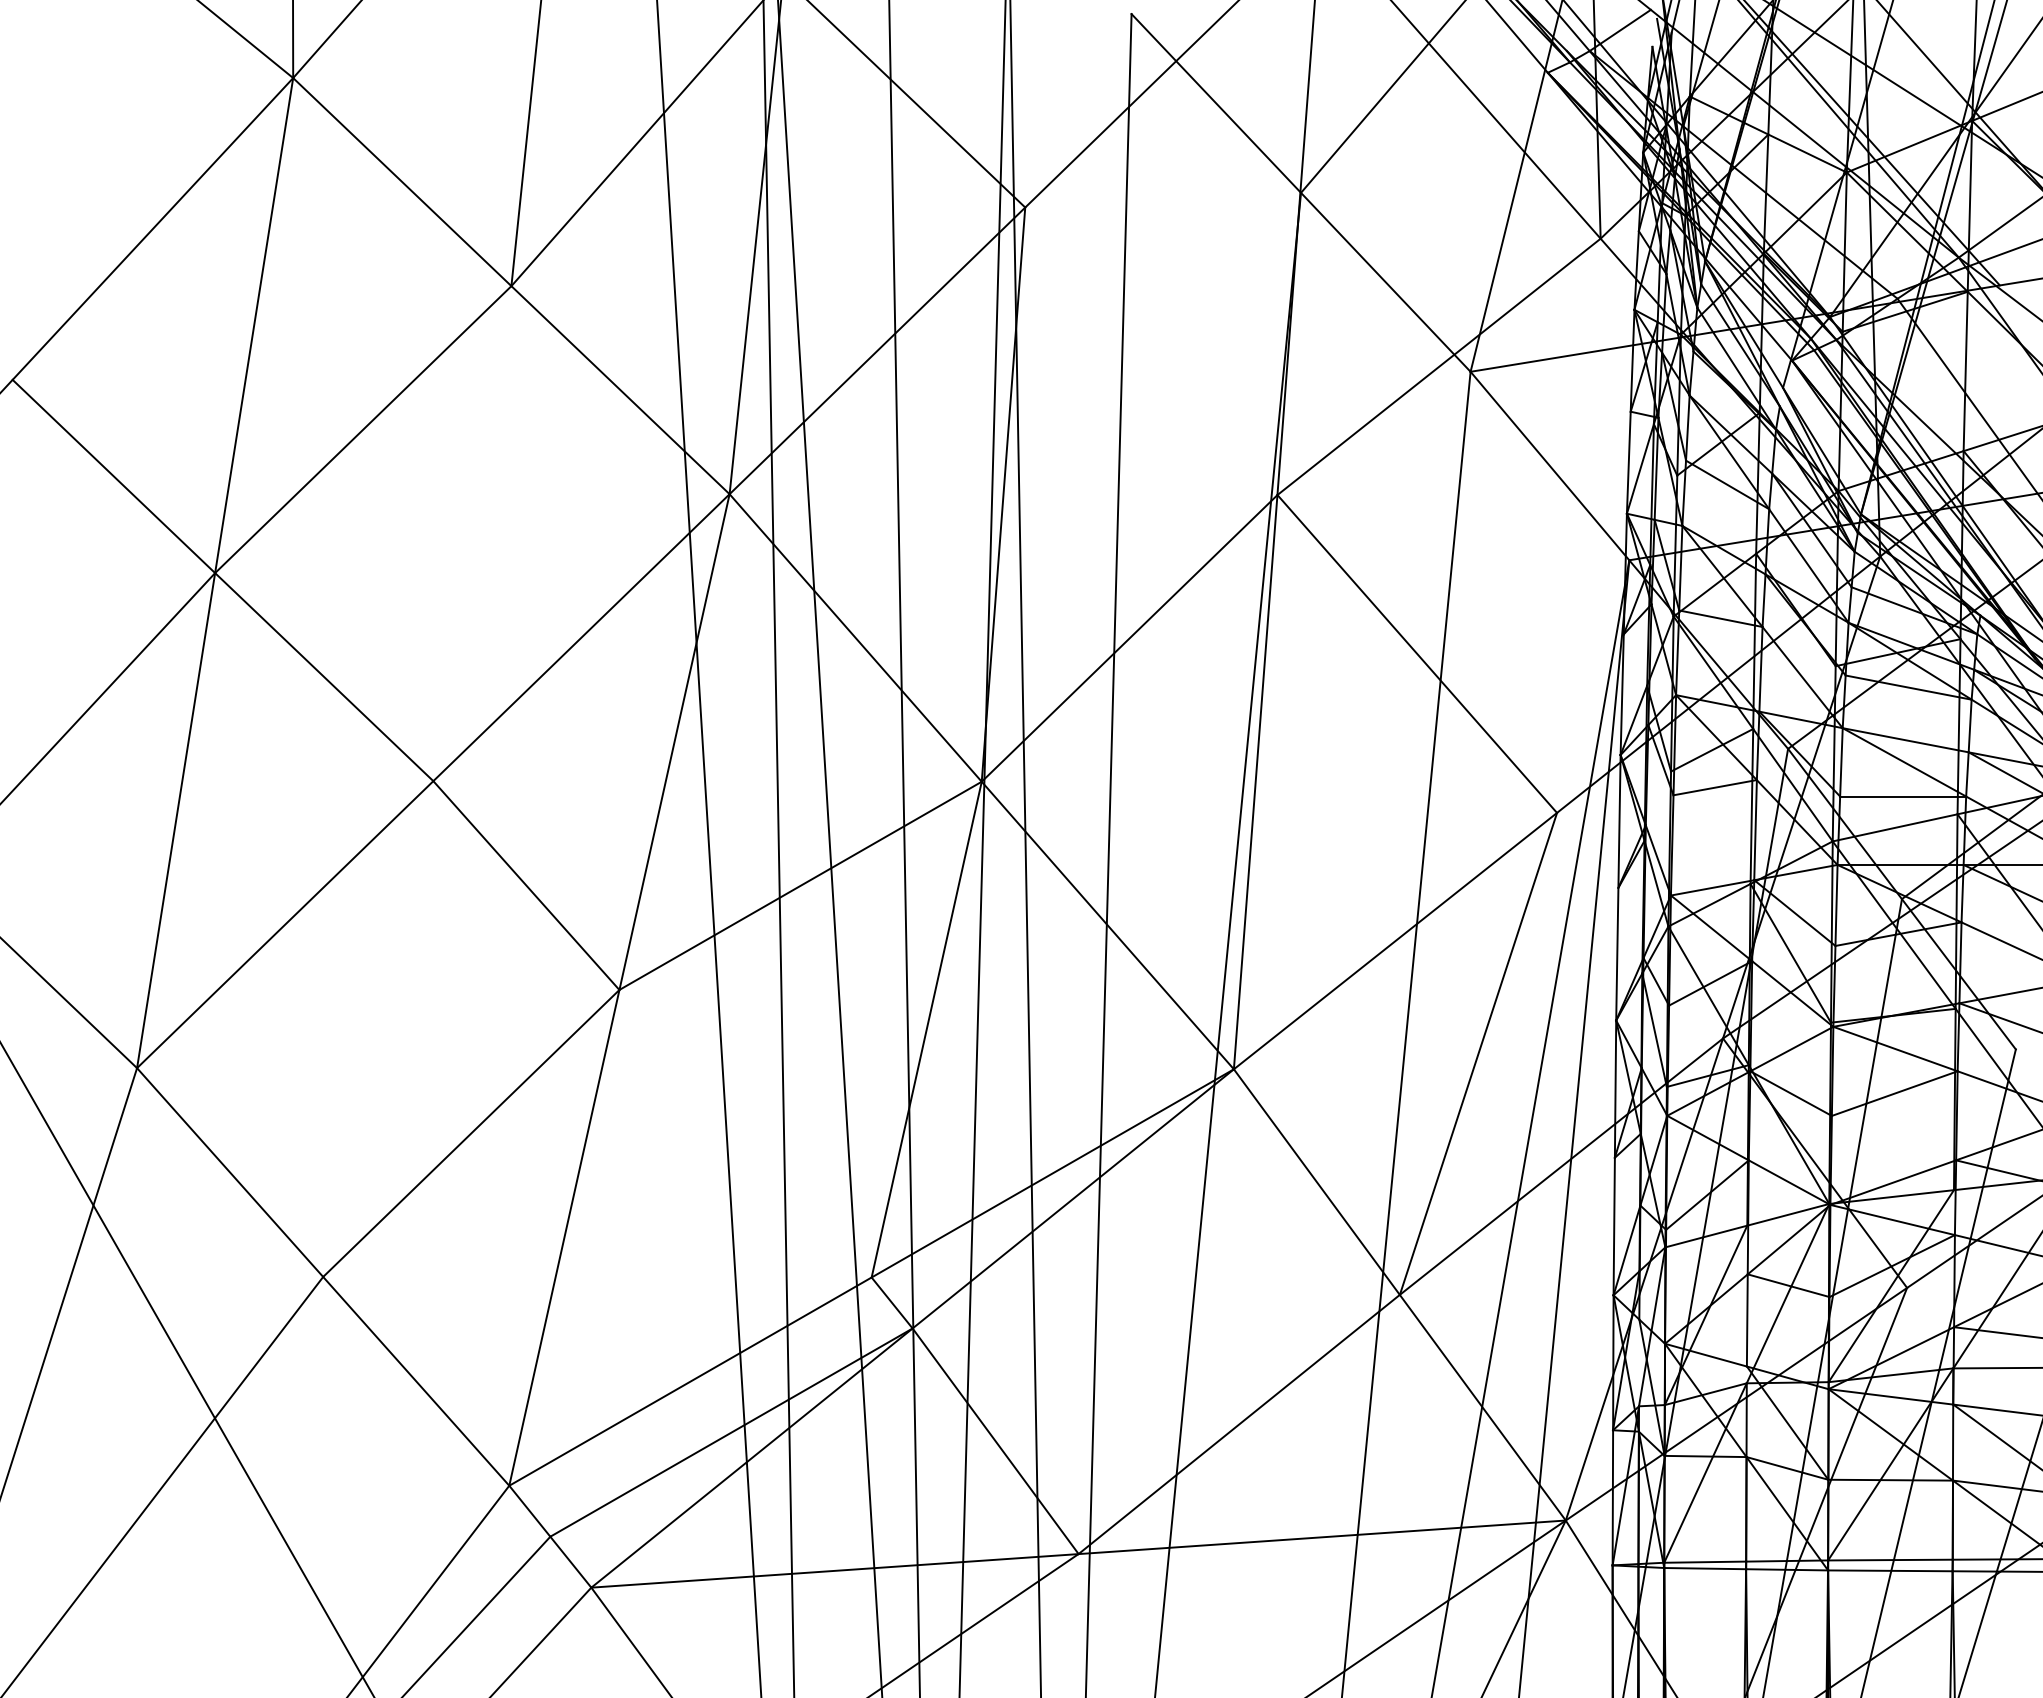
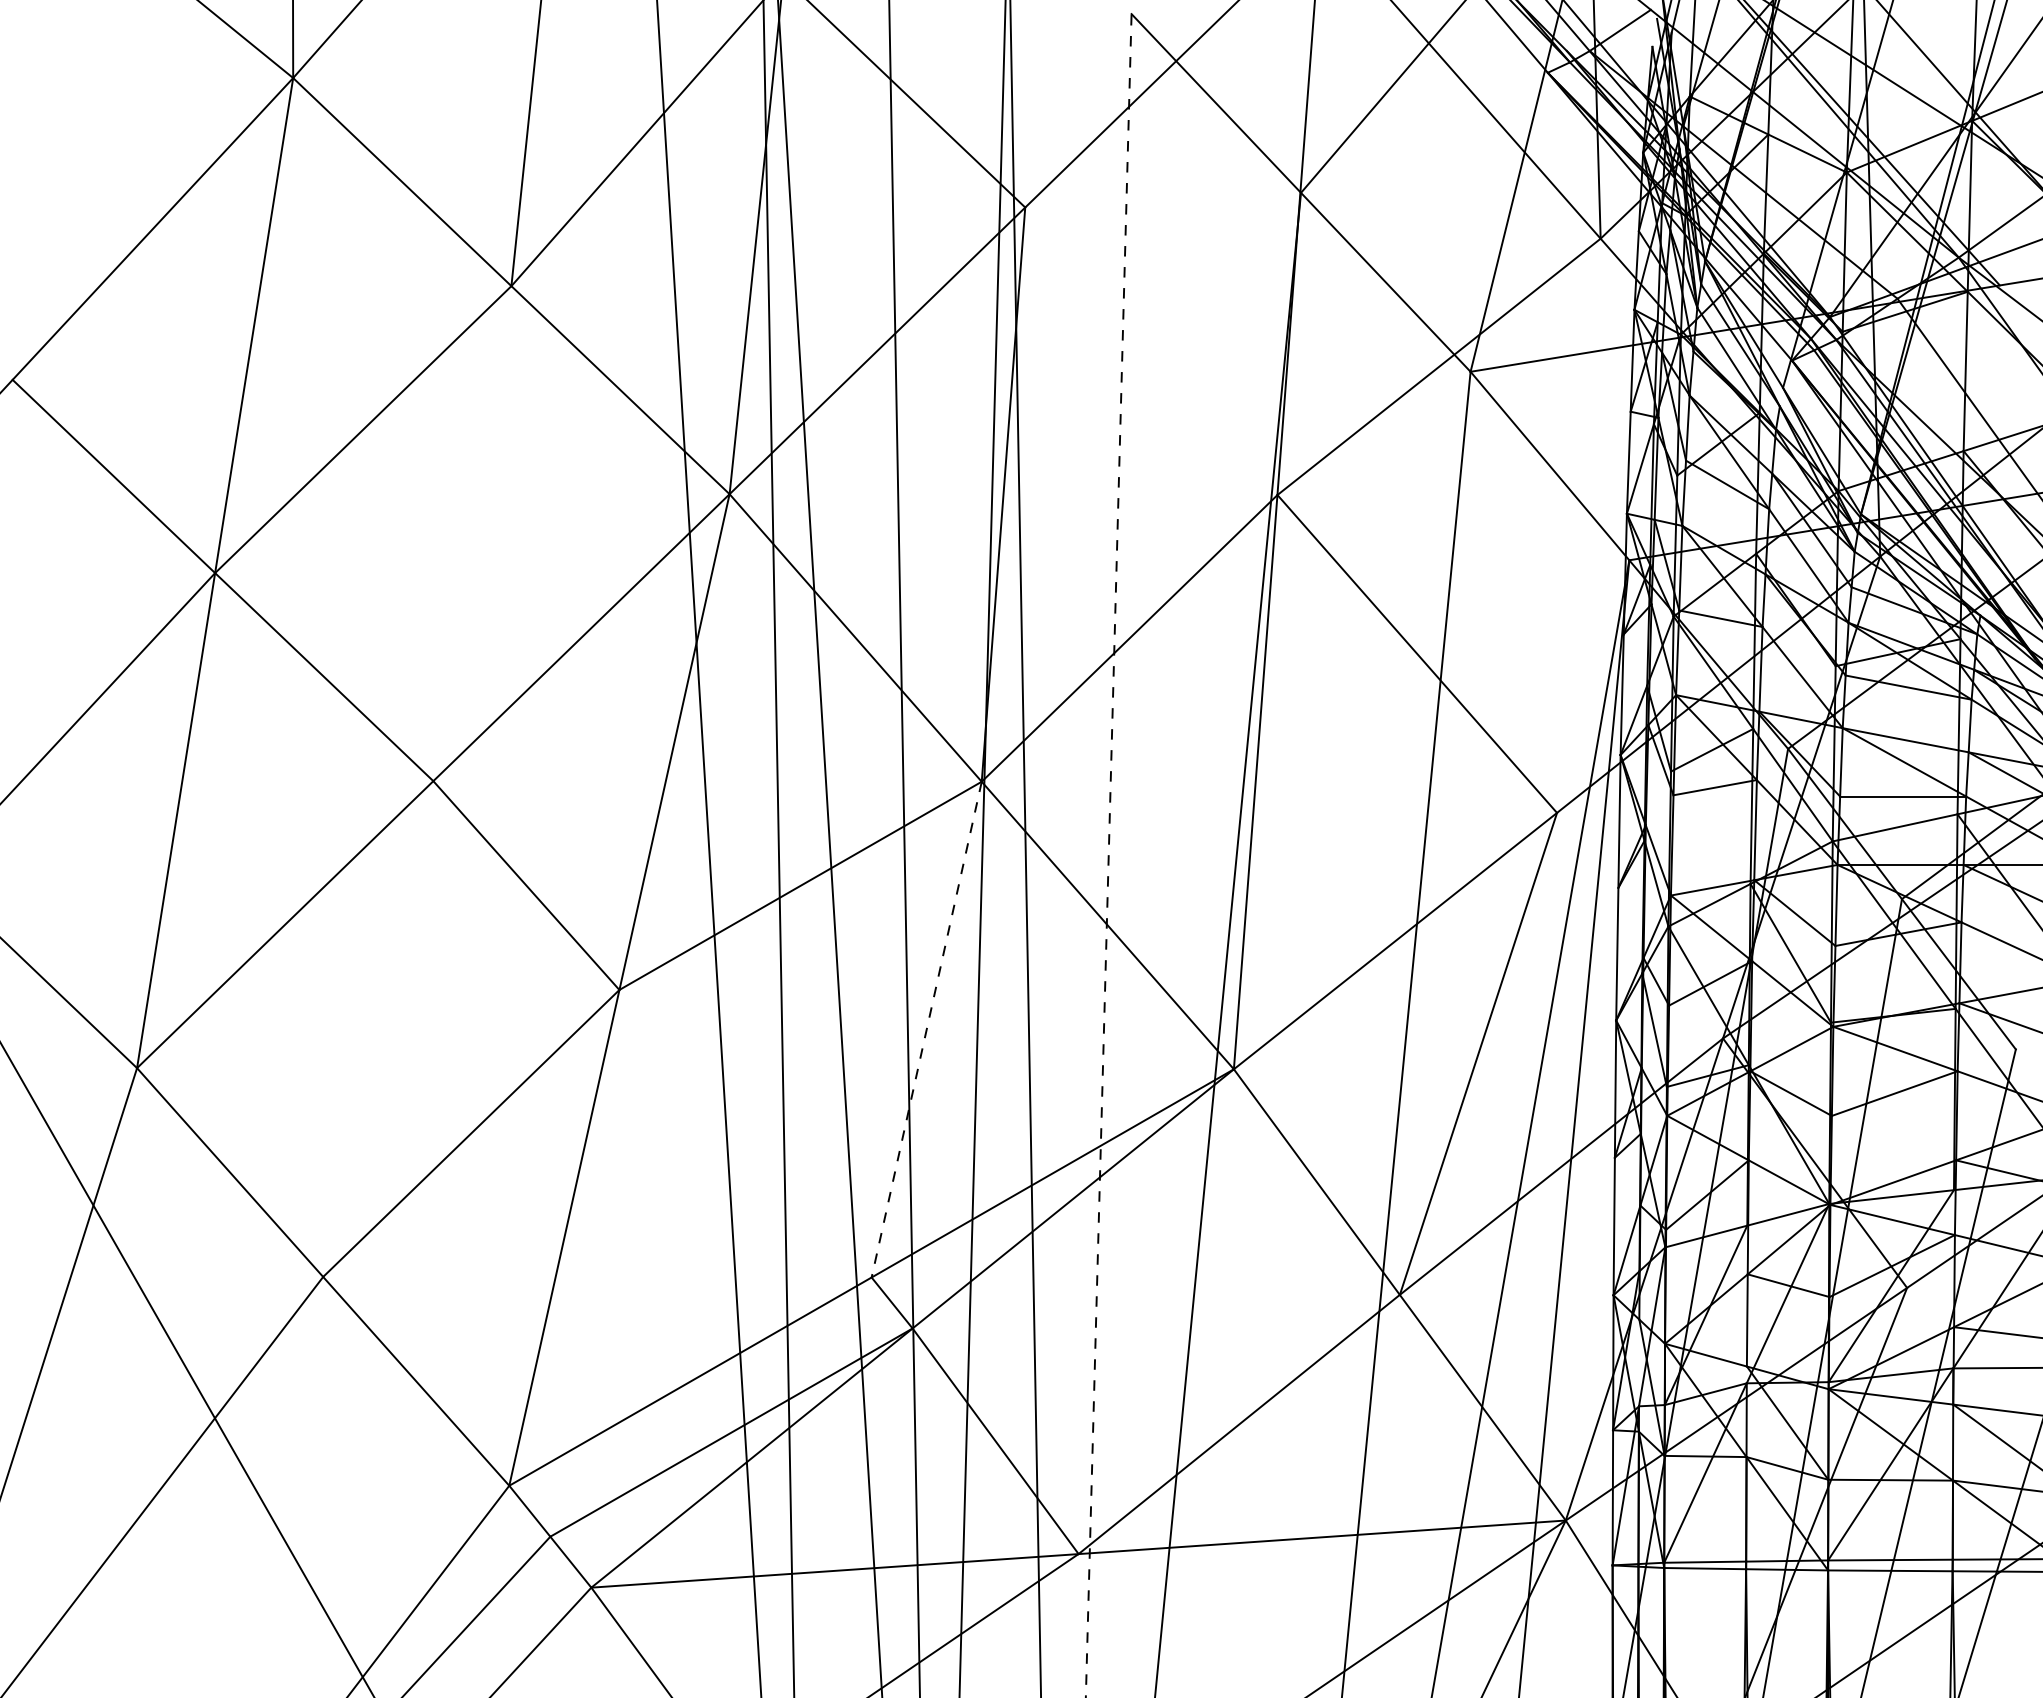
line at (1108, 855): solid -> dashed
line at (926, 1029): solid -> dashed
